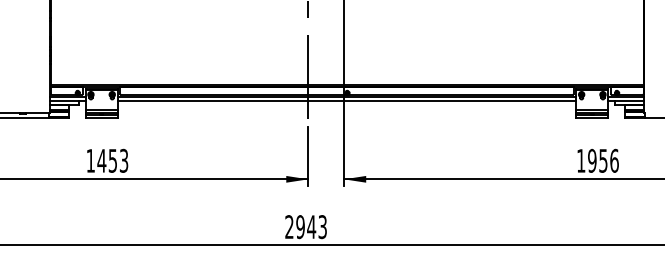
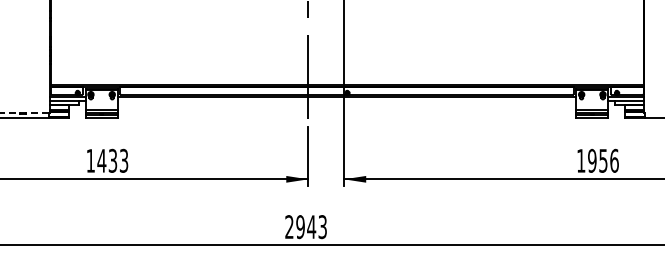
line at (346, 100): present -> none
line at (24, 113): solid -> dashed
text at (113, 160): 1453 -> 1433
